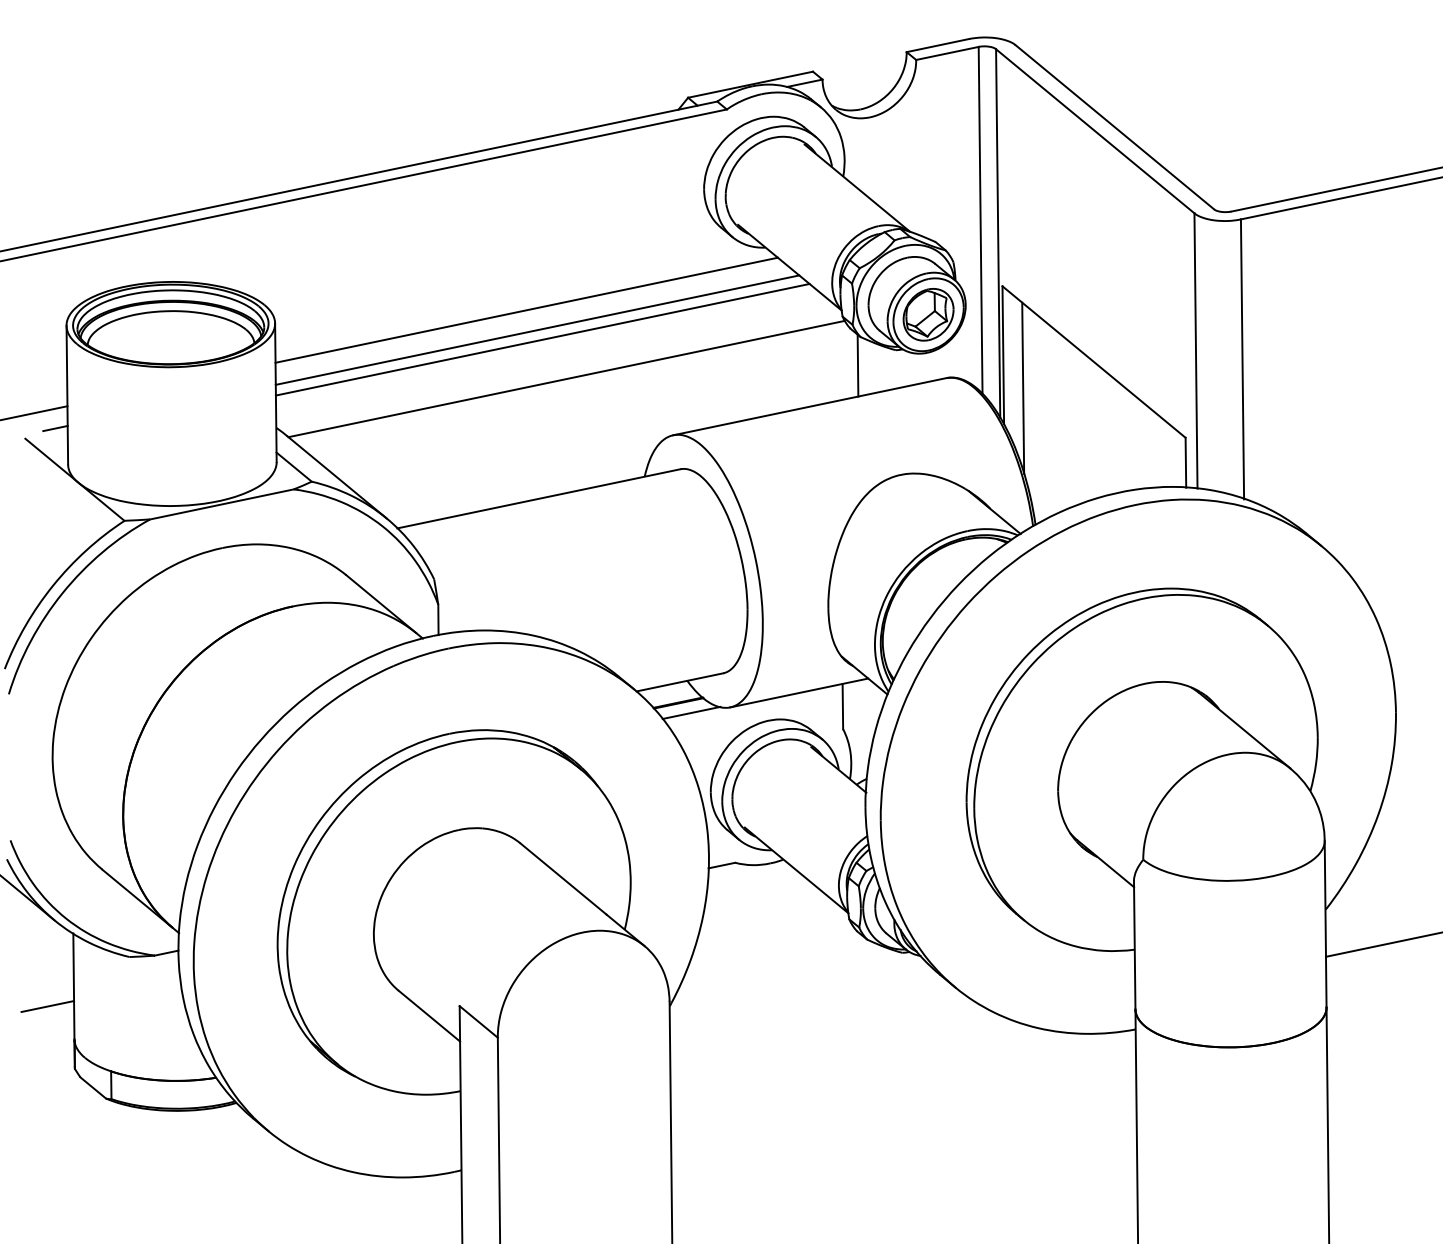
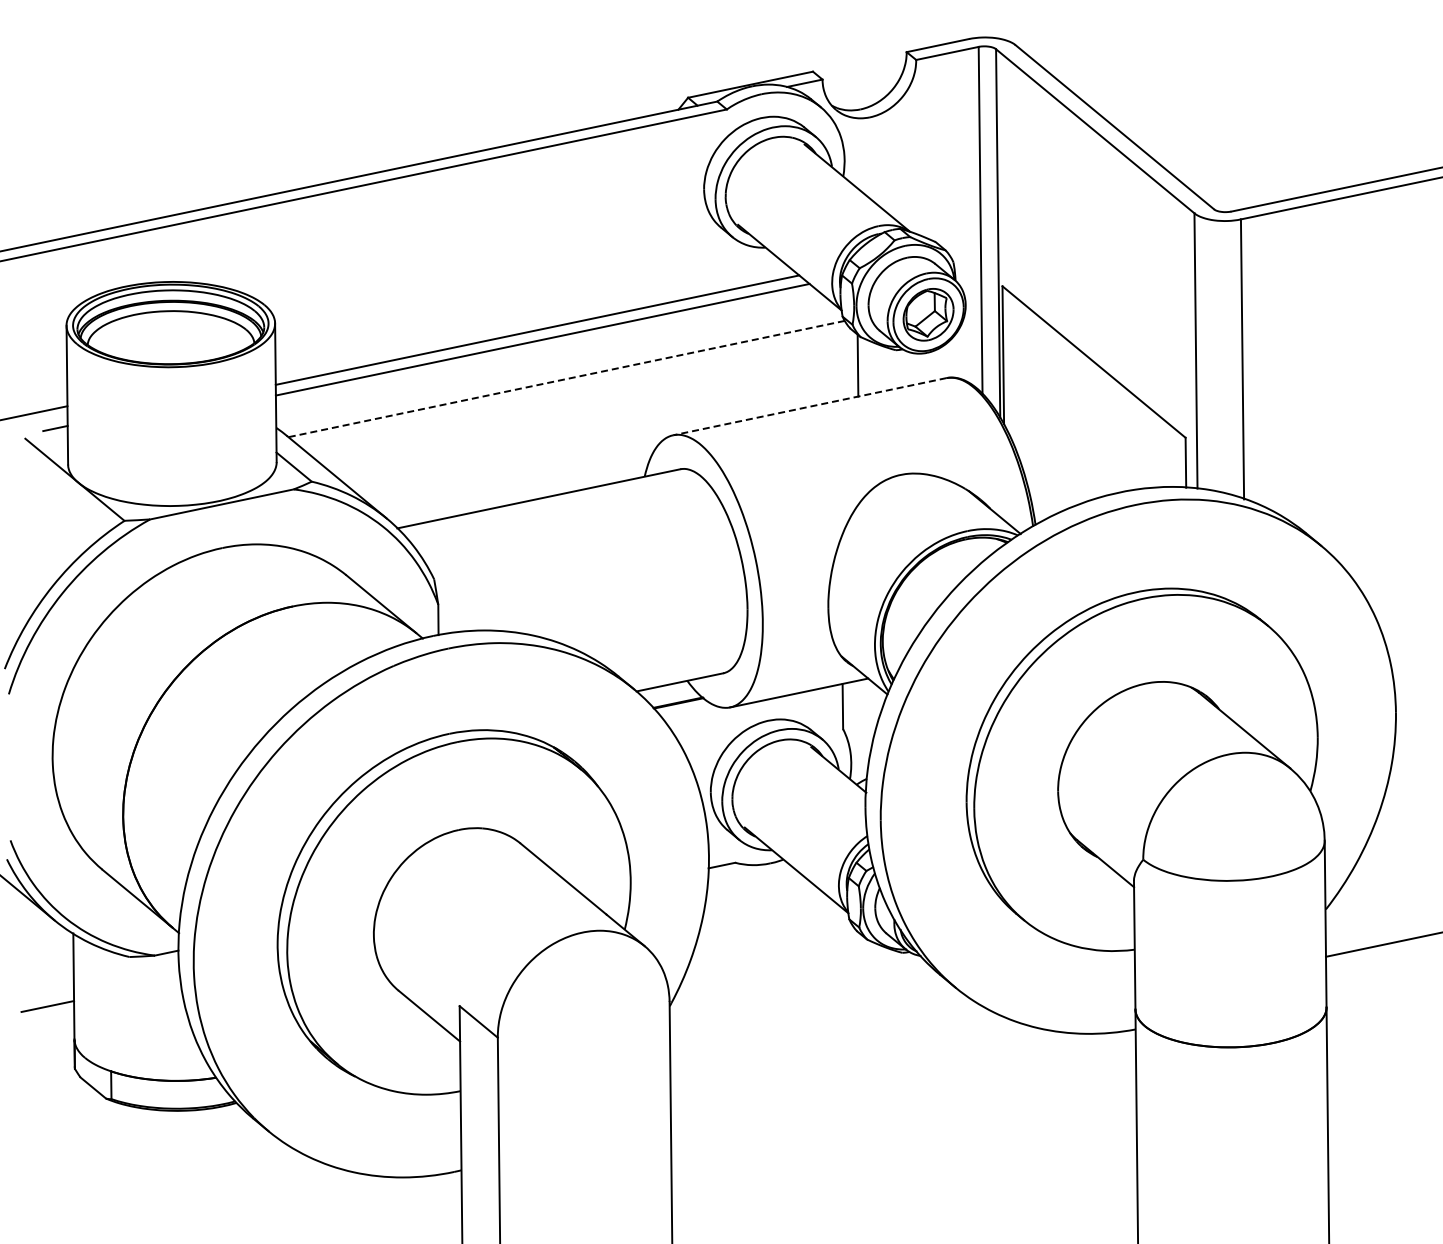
line at (526, 309): present -> none
line at (566, 379): solid -> dashed
line at (1023, 387): present -> none
line at (809, 406): solid -> dashed
line at (691, 712): present -> none
